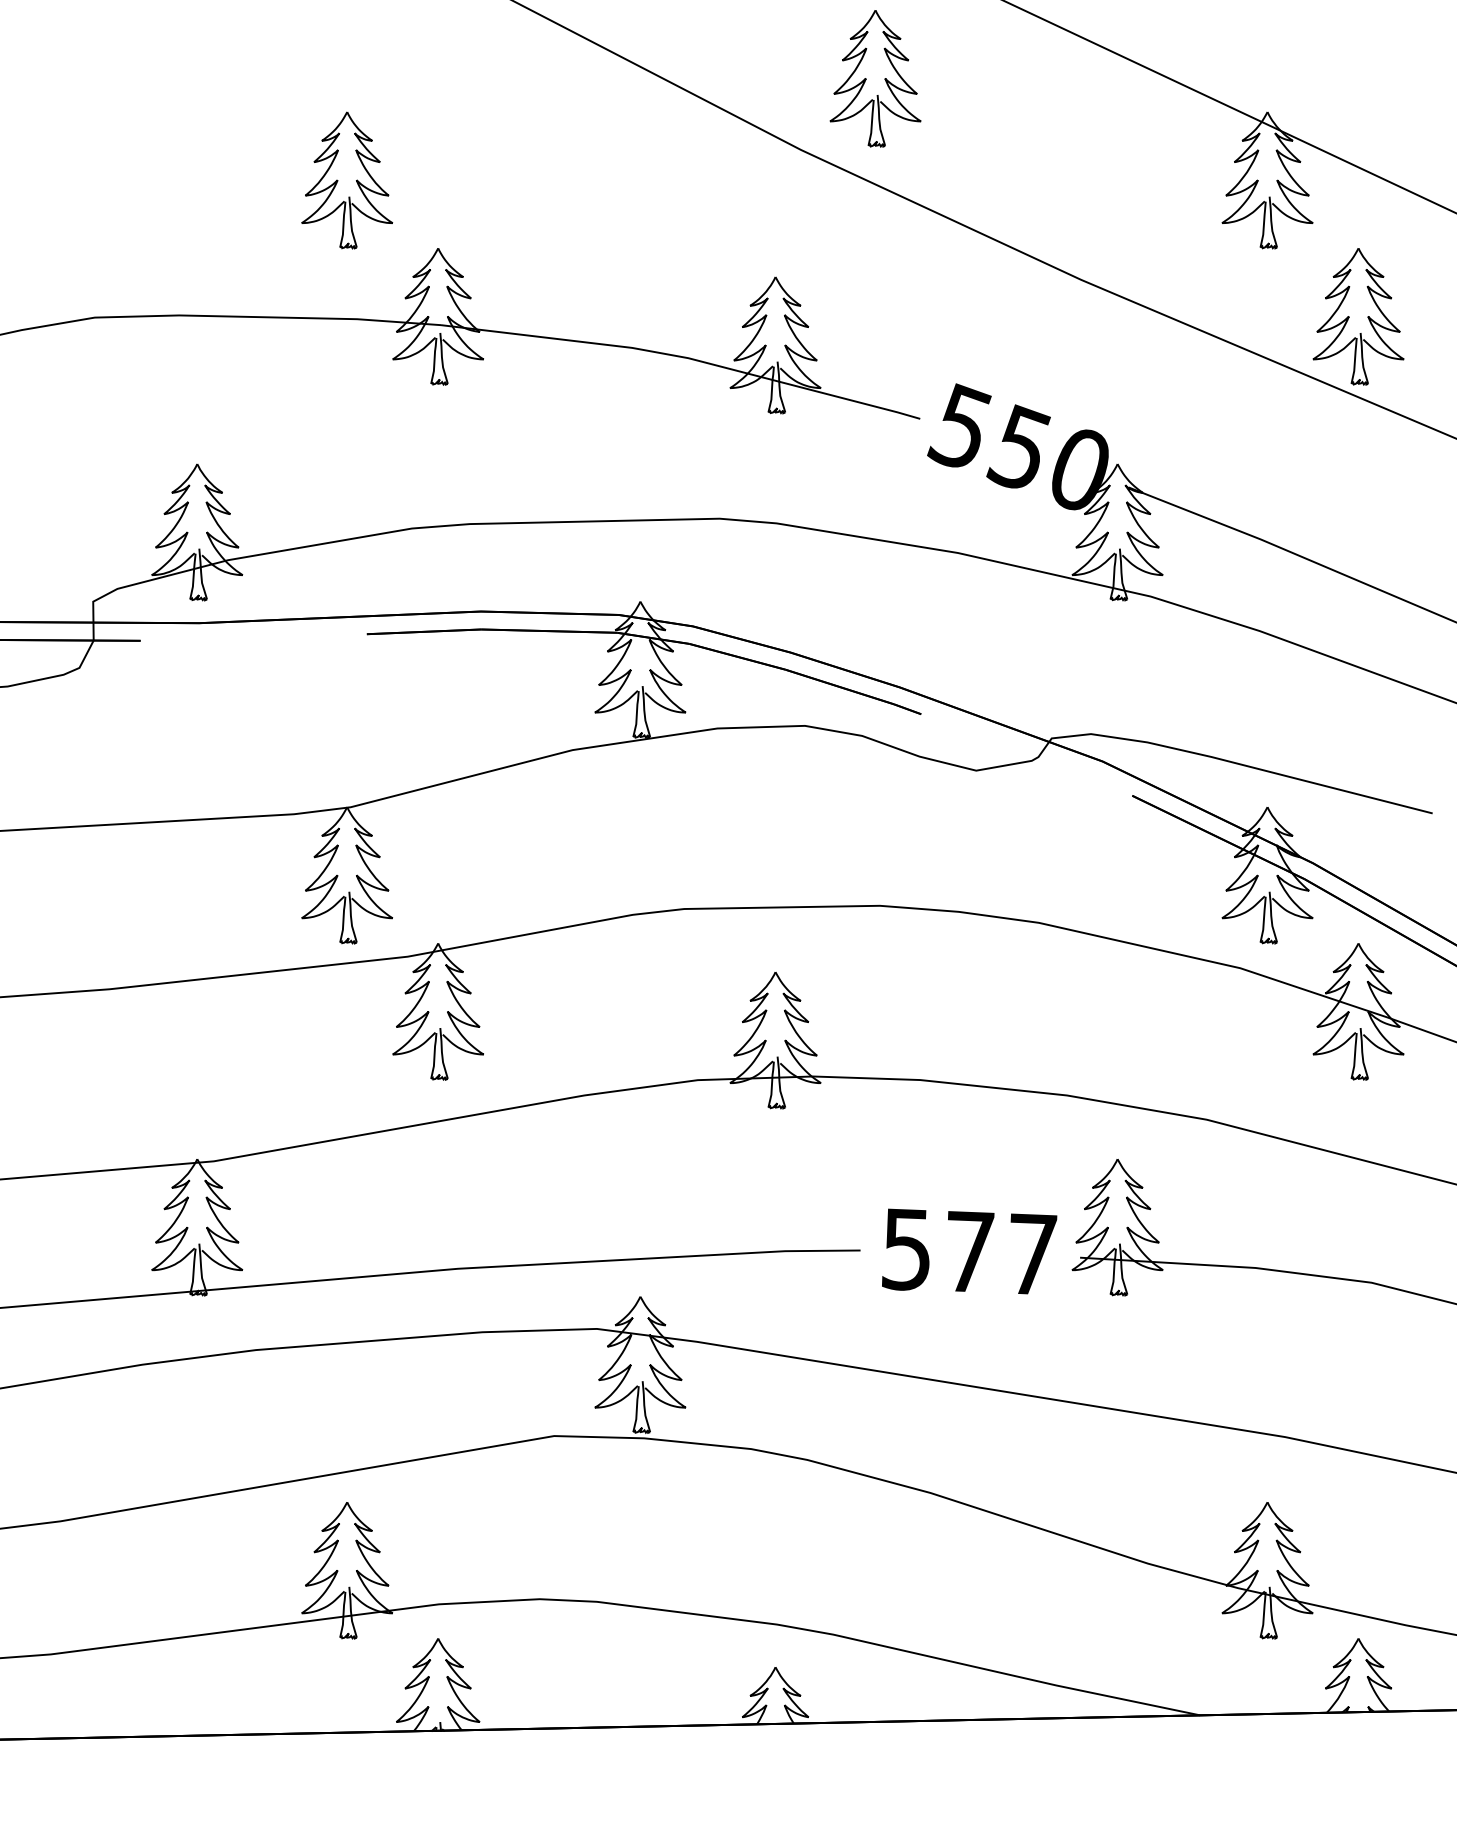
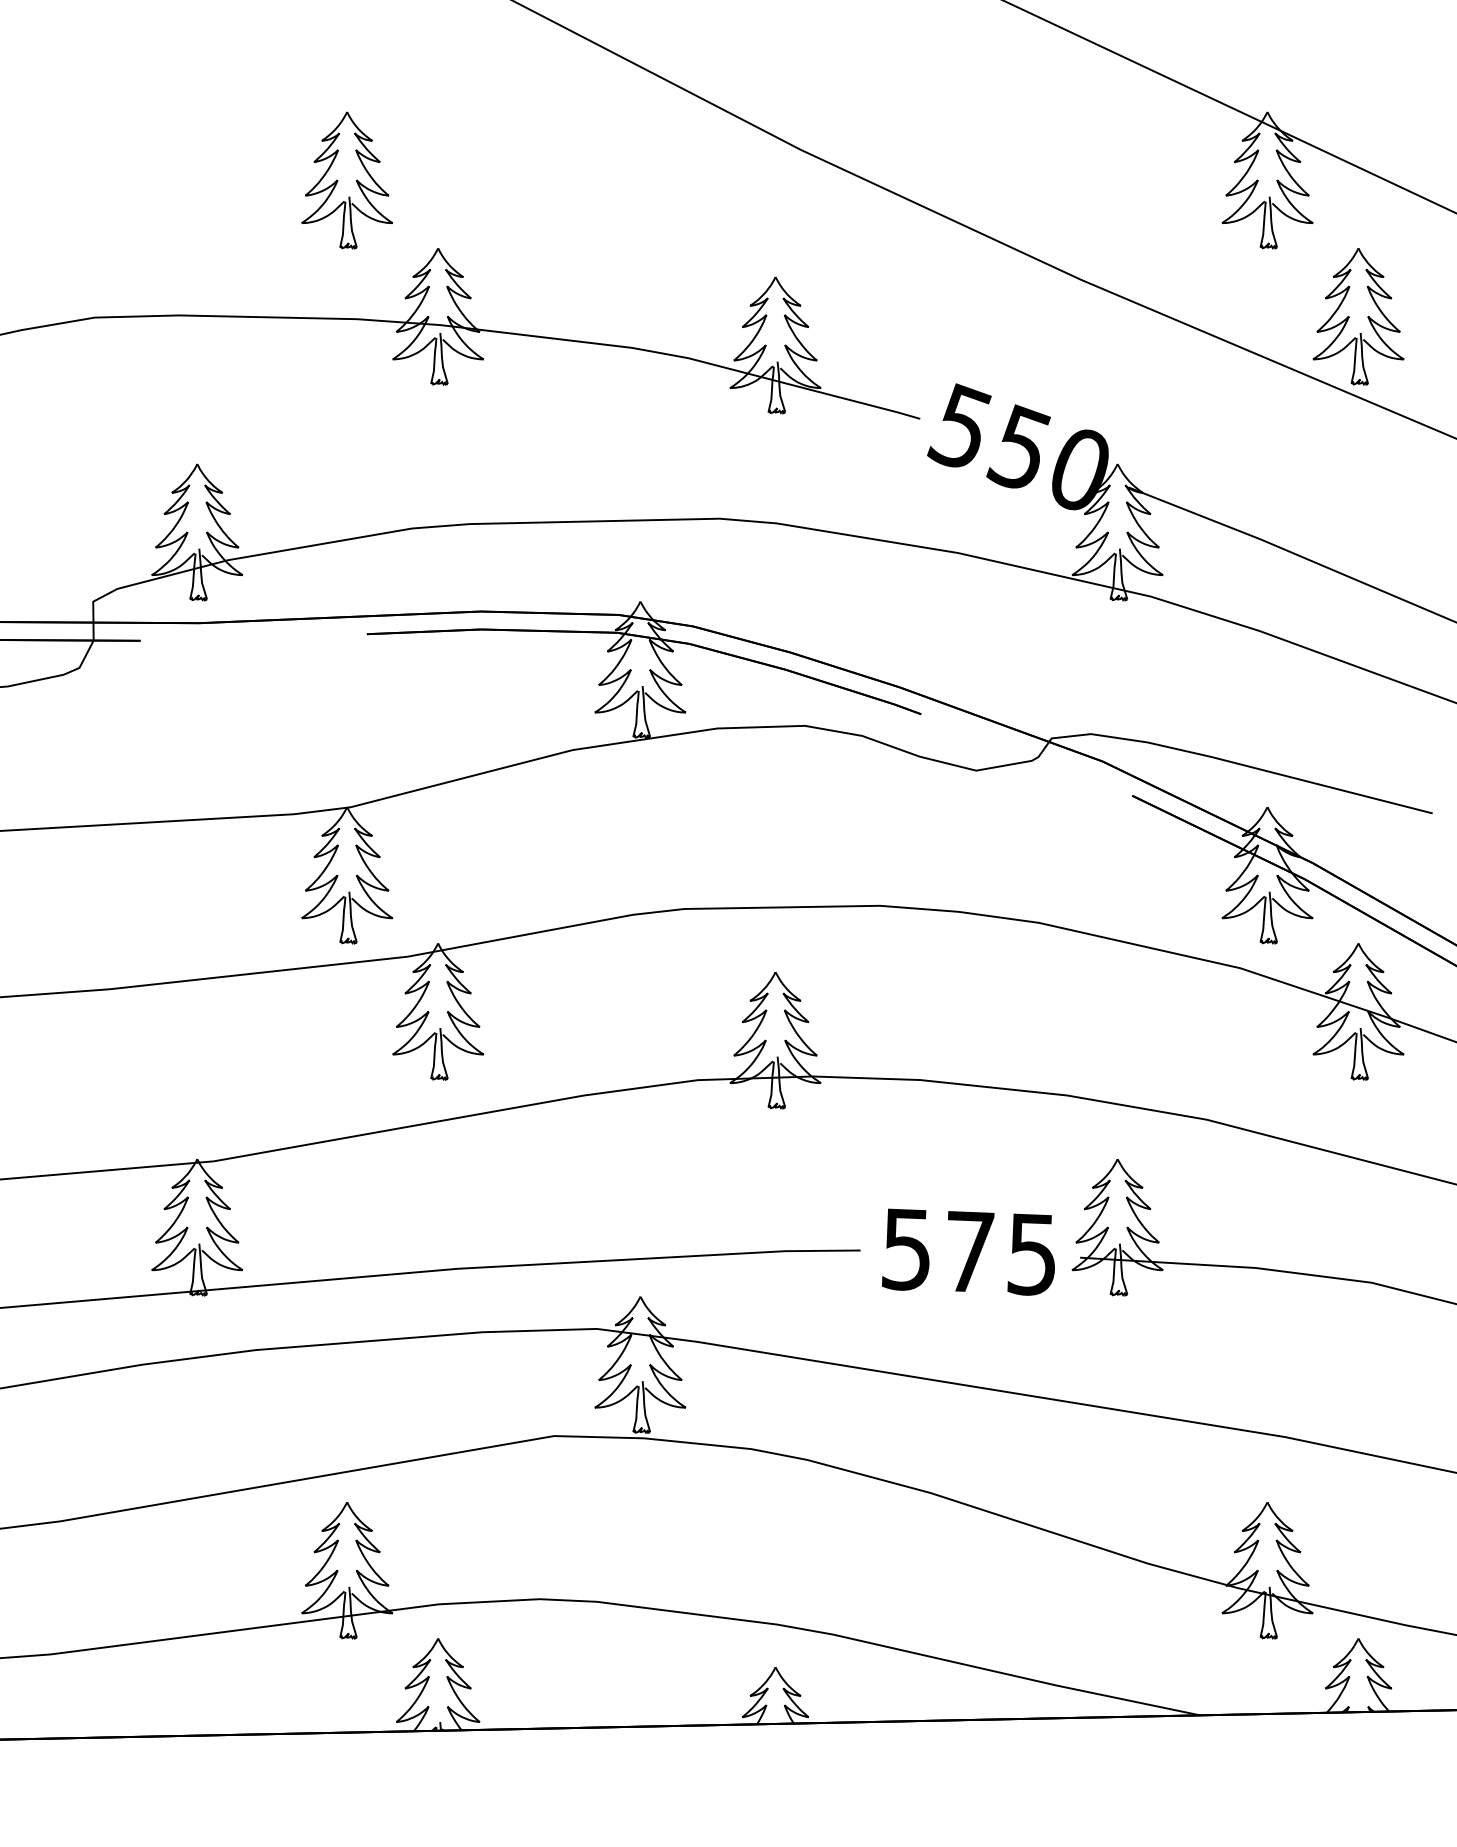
part at (875, 78): present -> none
text at (1032, 1254): 577 -> 575
